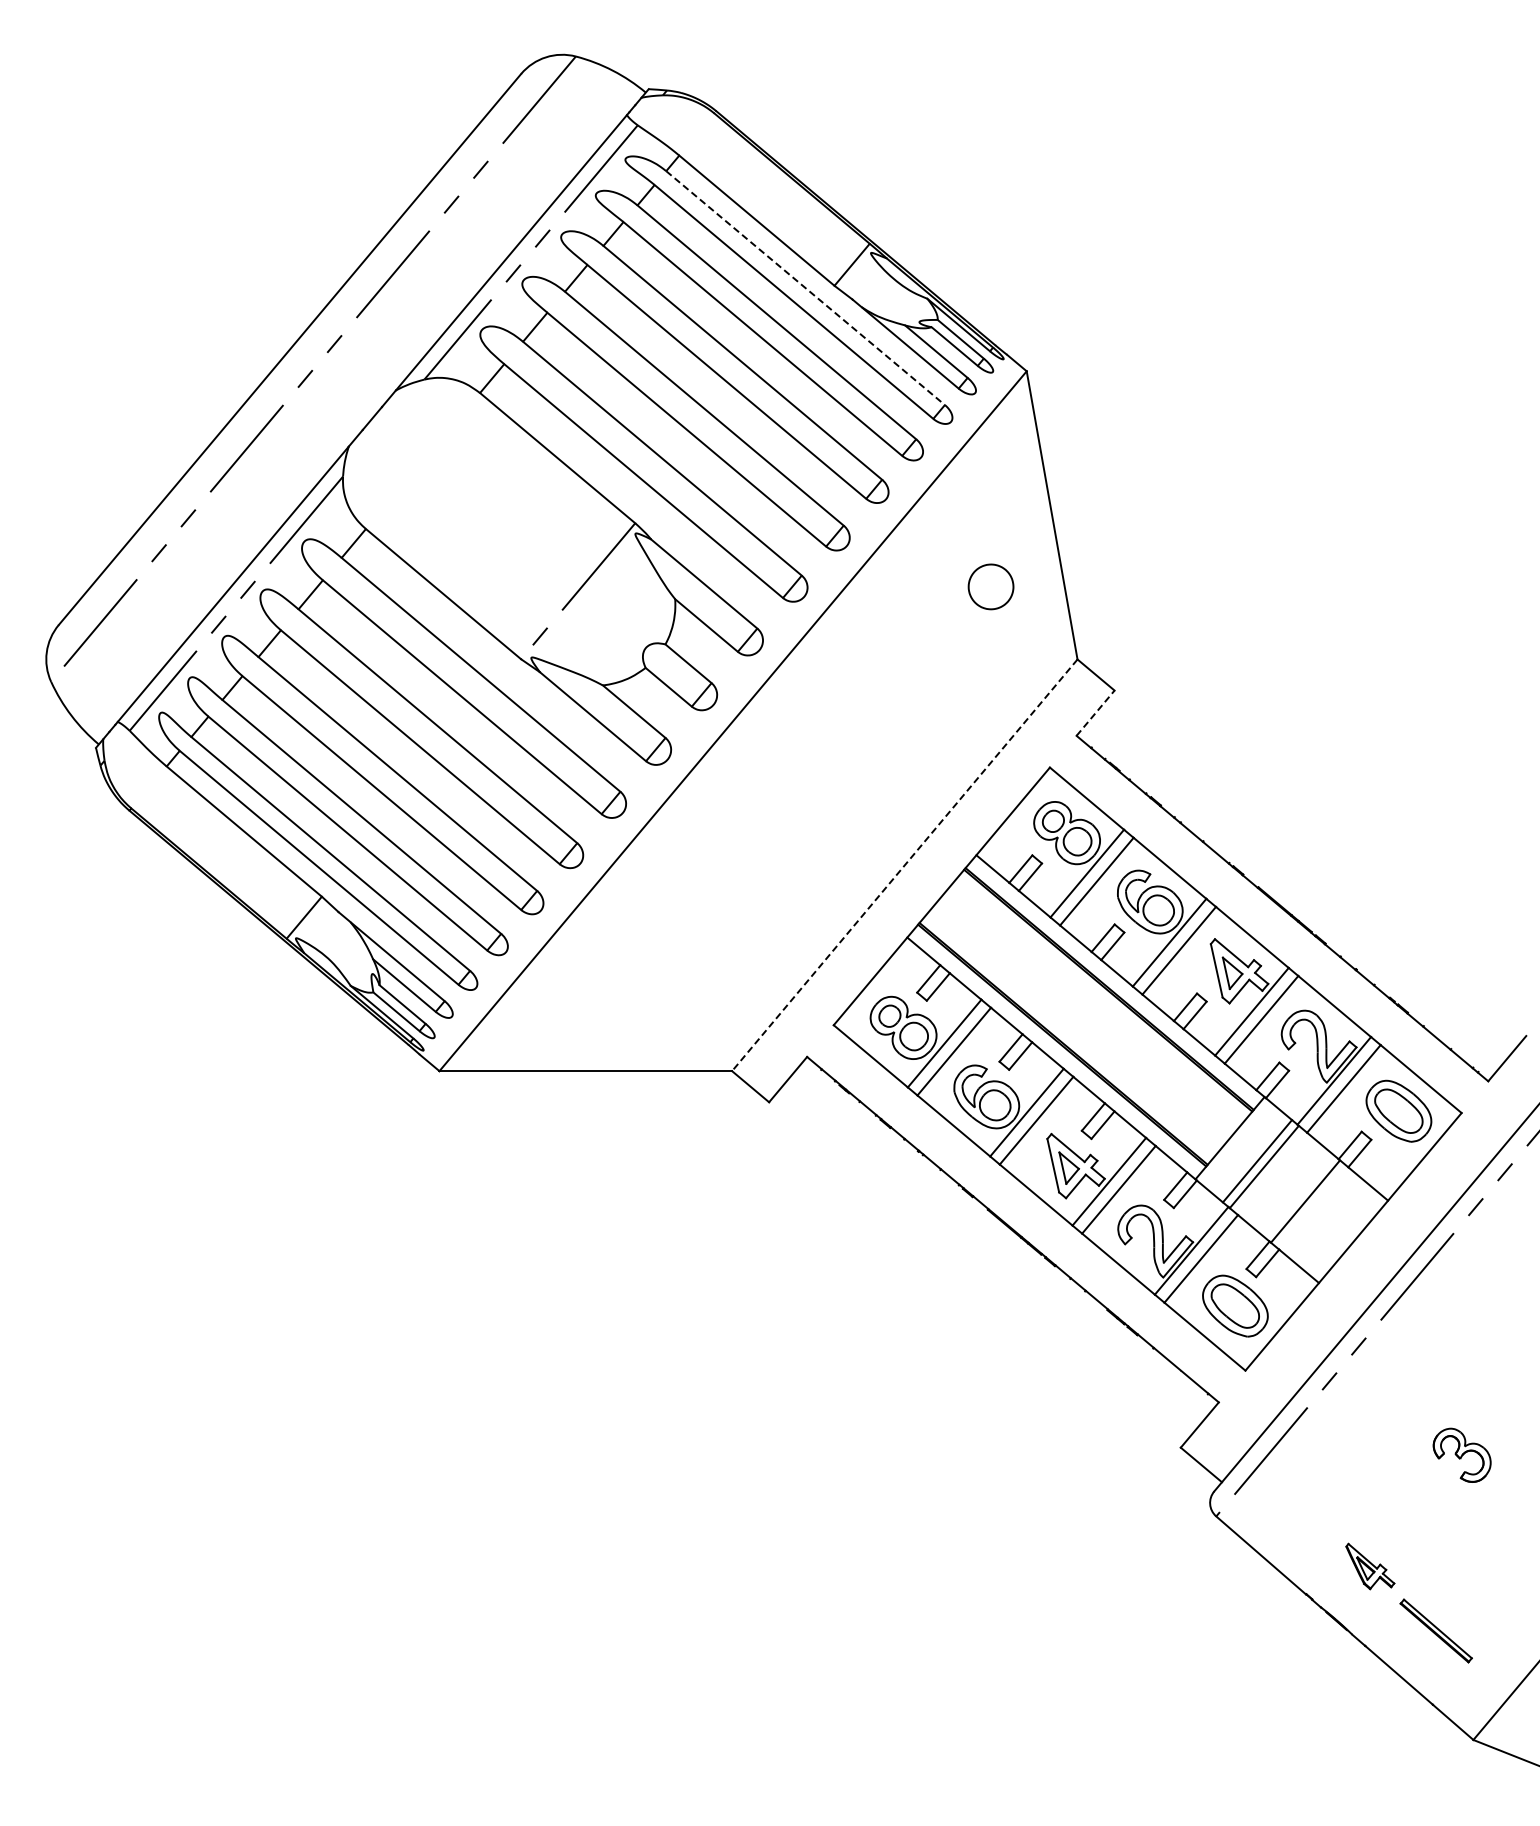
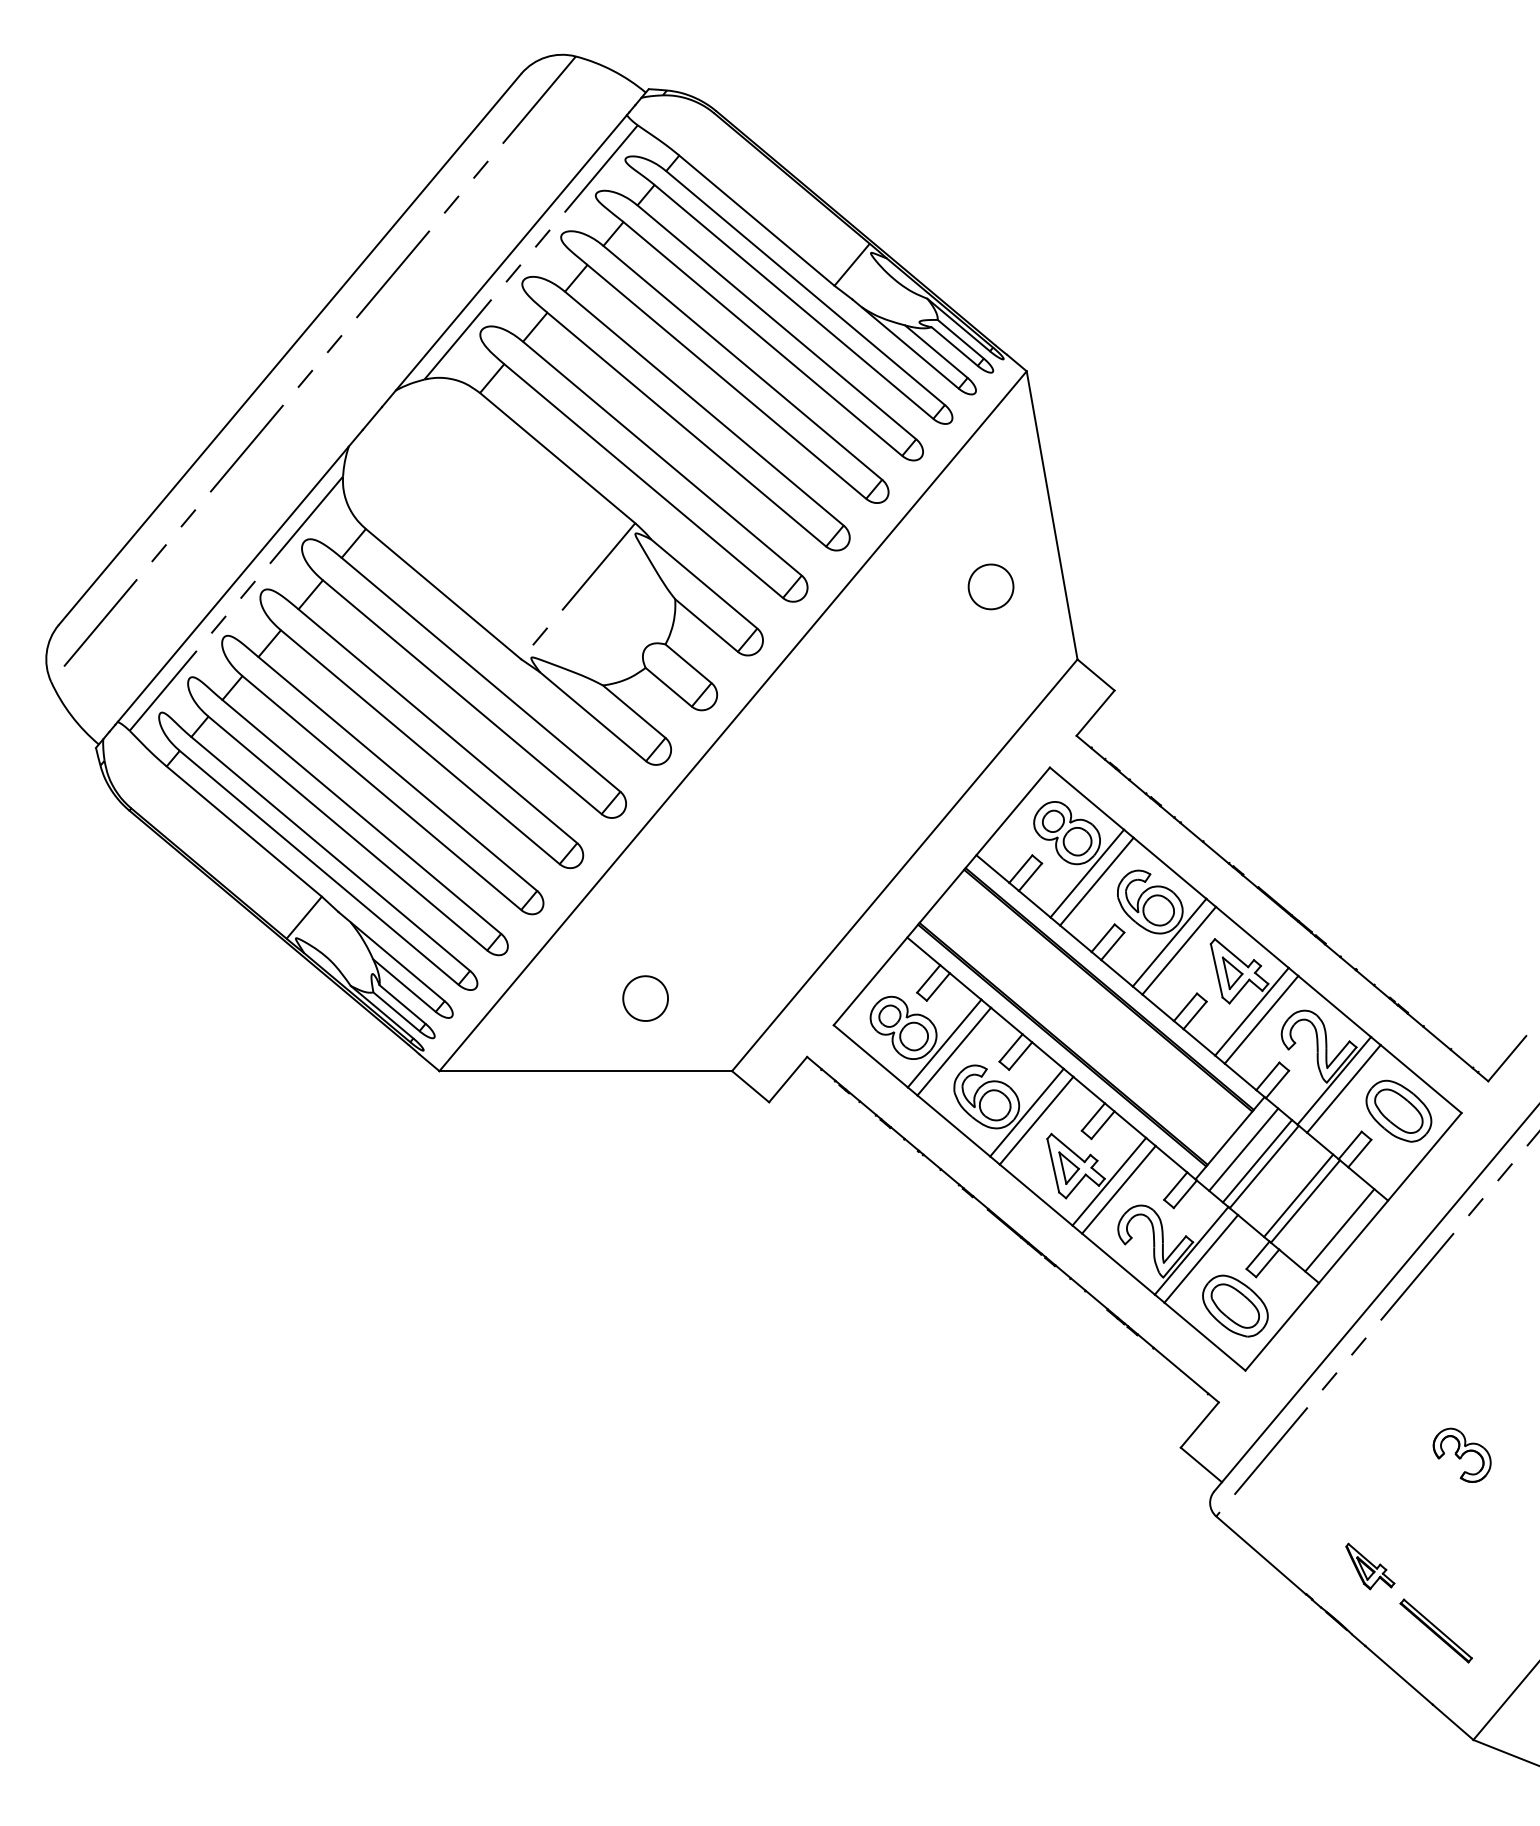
line at (805, 288): dashed -> solid
line at (1095, 713): dashed -> solid
line at (904, 865): dashed -> solid
part at (645, 998): none -> present
line at (1243, 1149): none -> present
line at (1298, 1195): none -> present
line at (1339, 1230): none -> present
